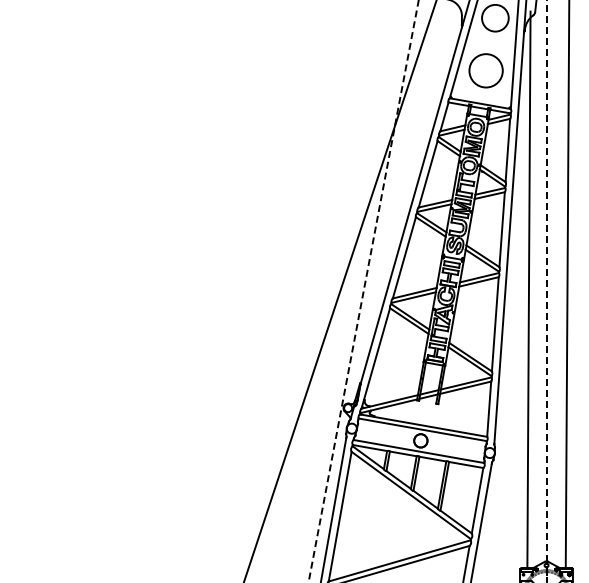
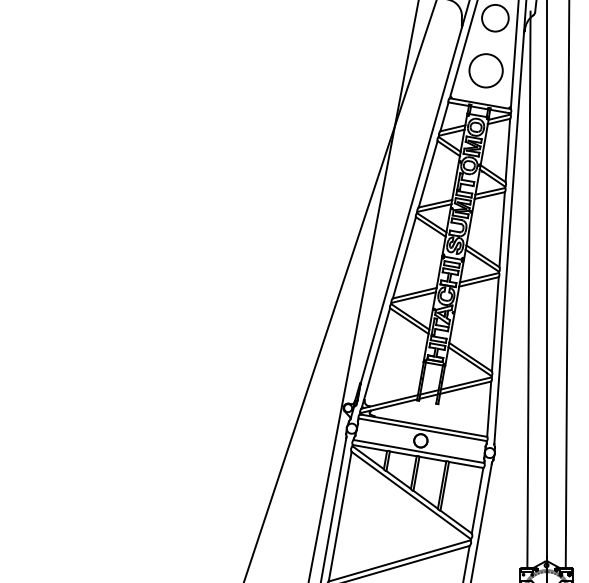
line at (363, 291): dashed -> solid
line at (546, 291): dashed -> solid
